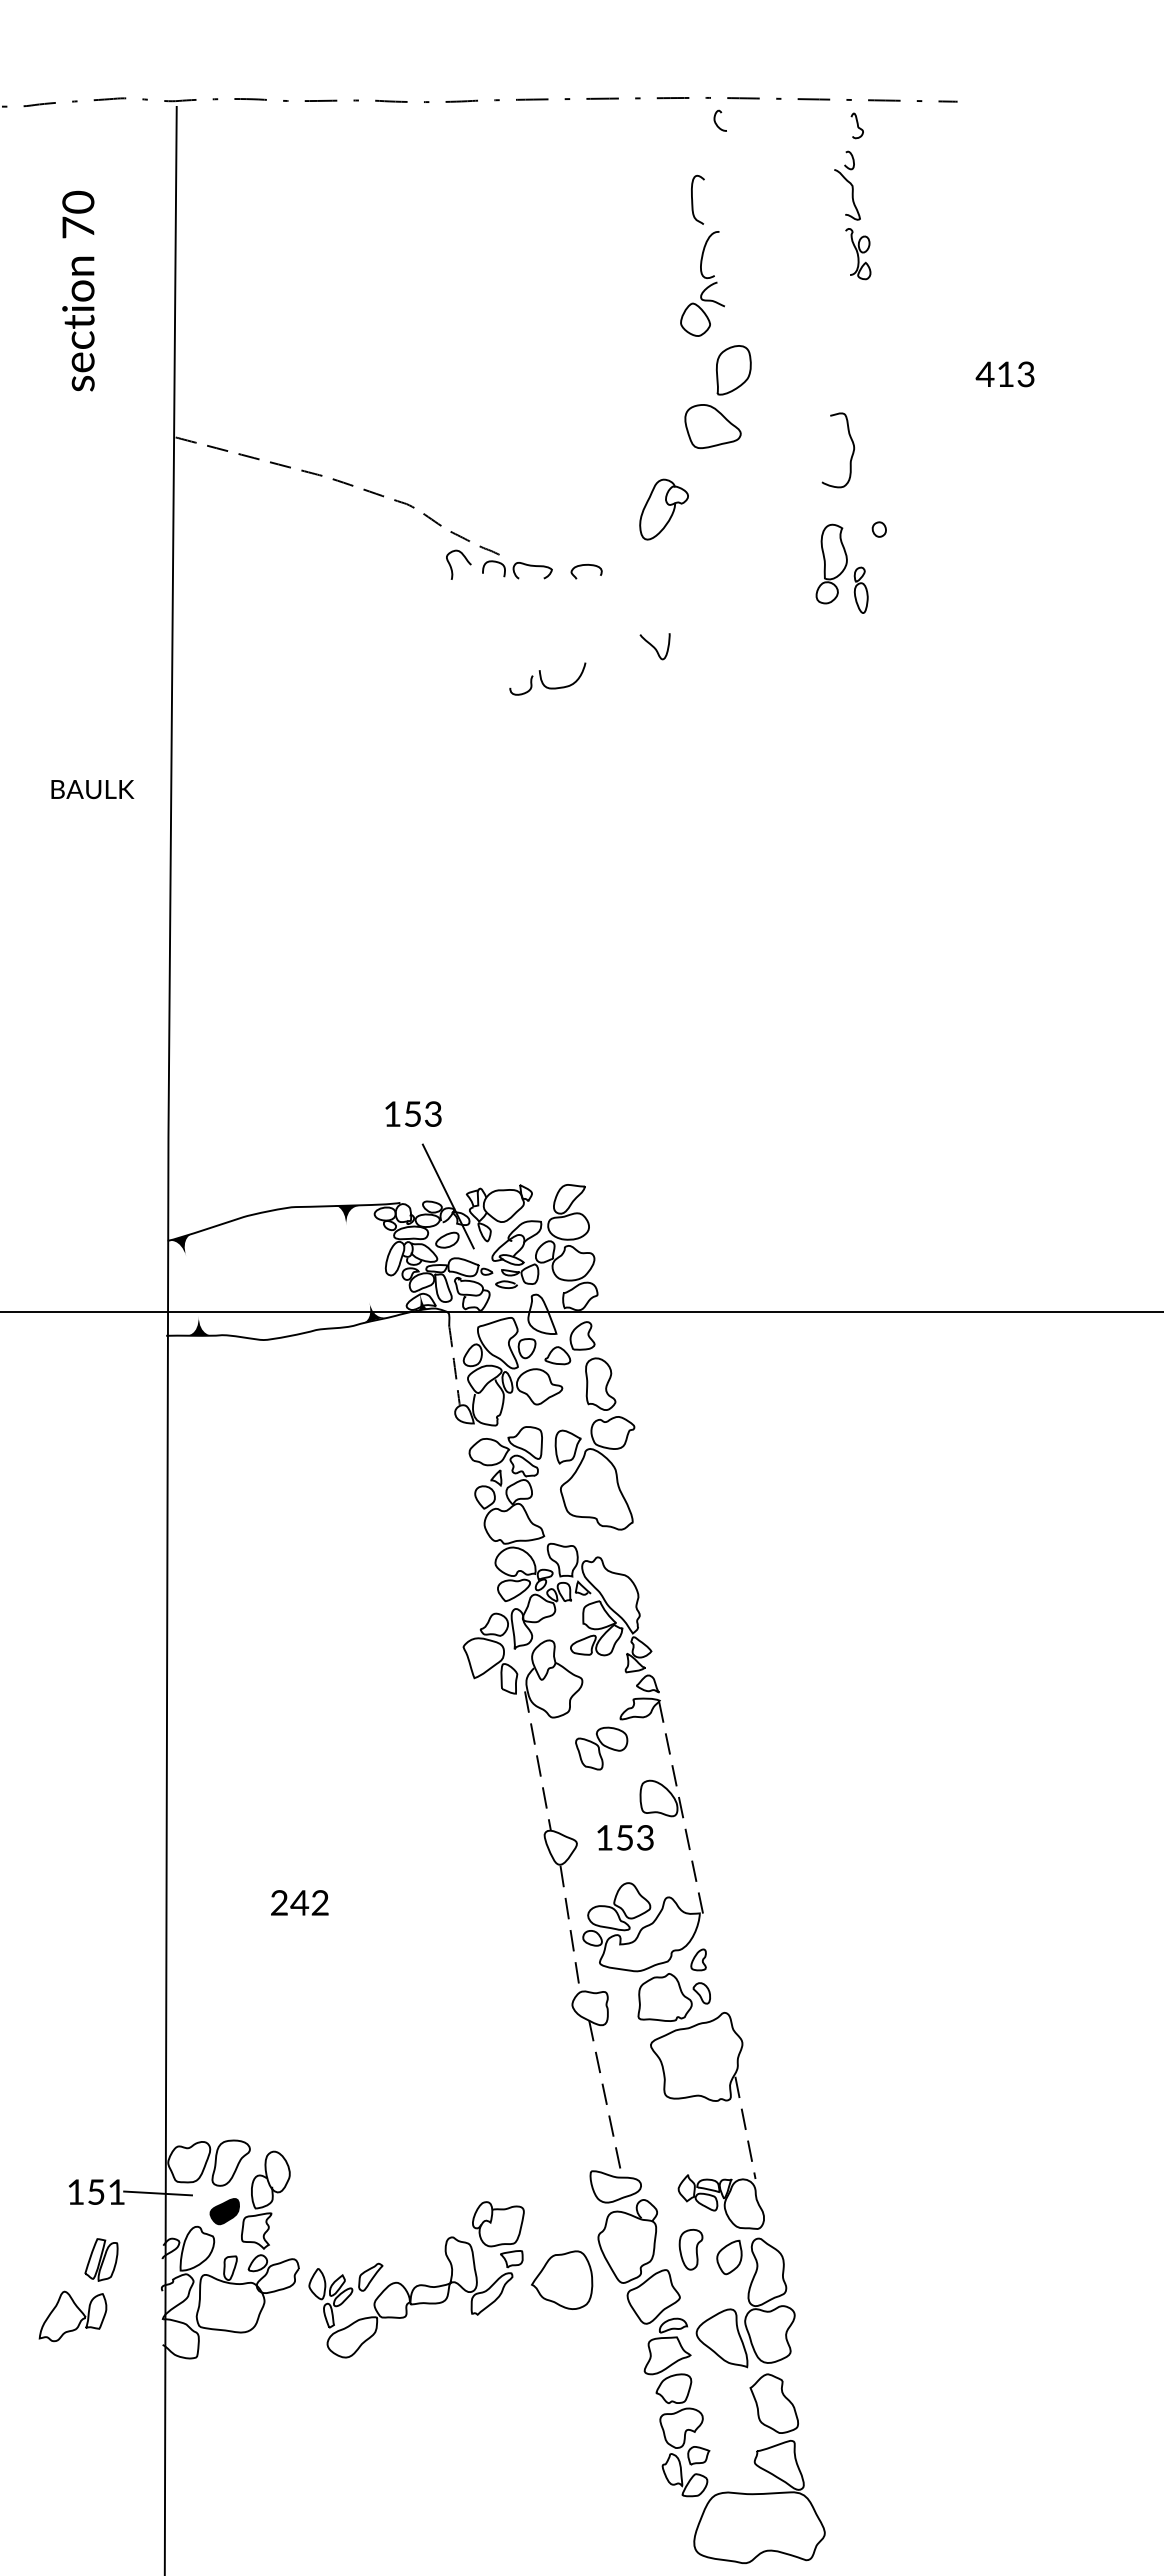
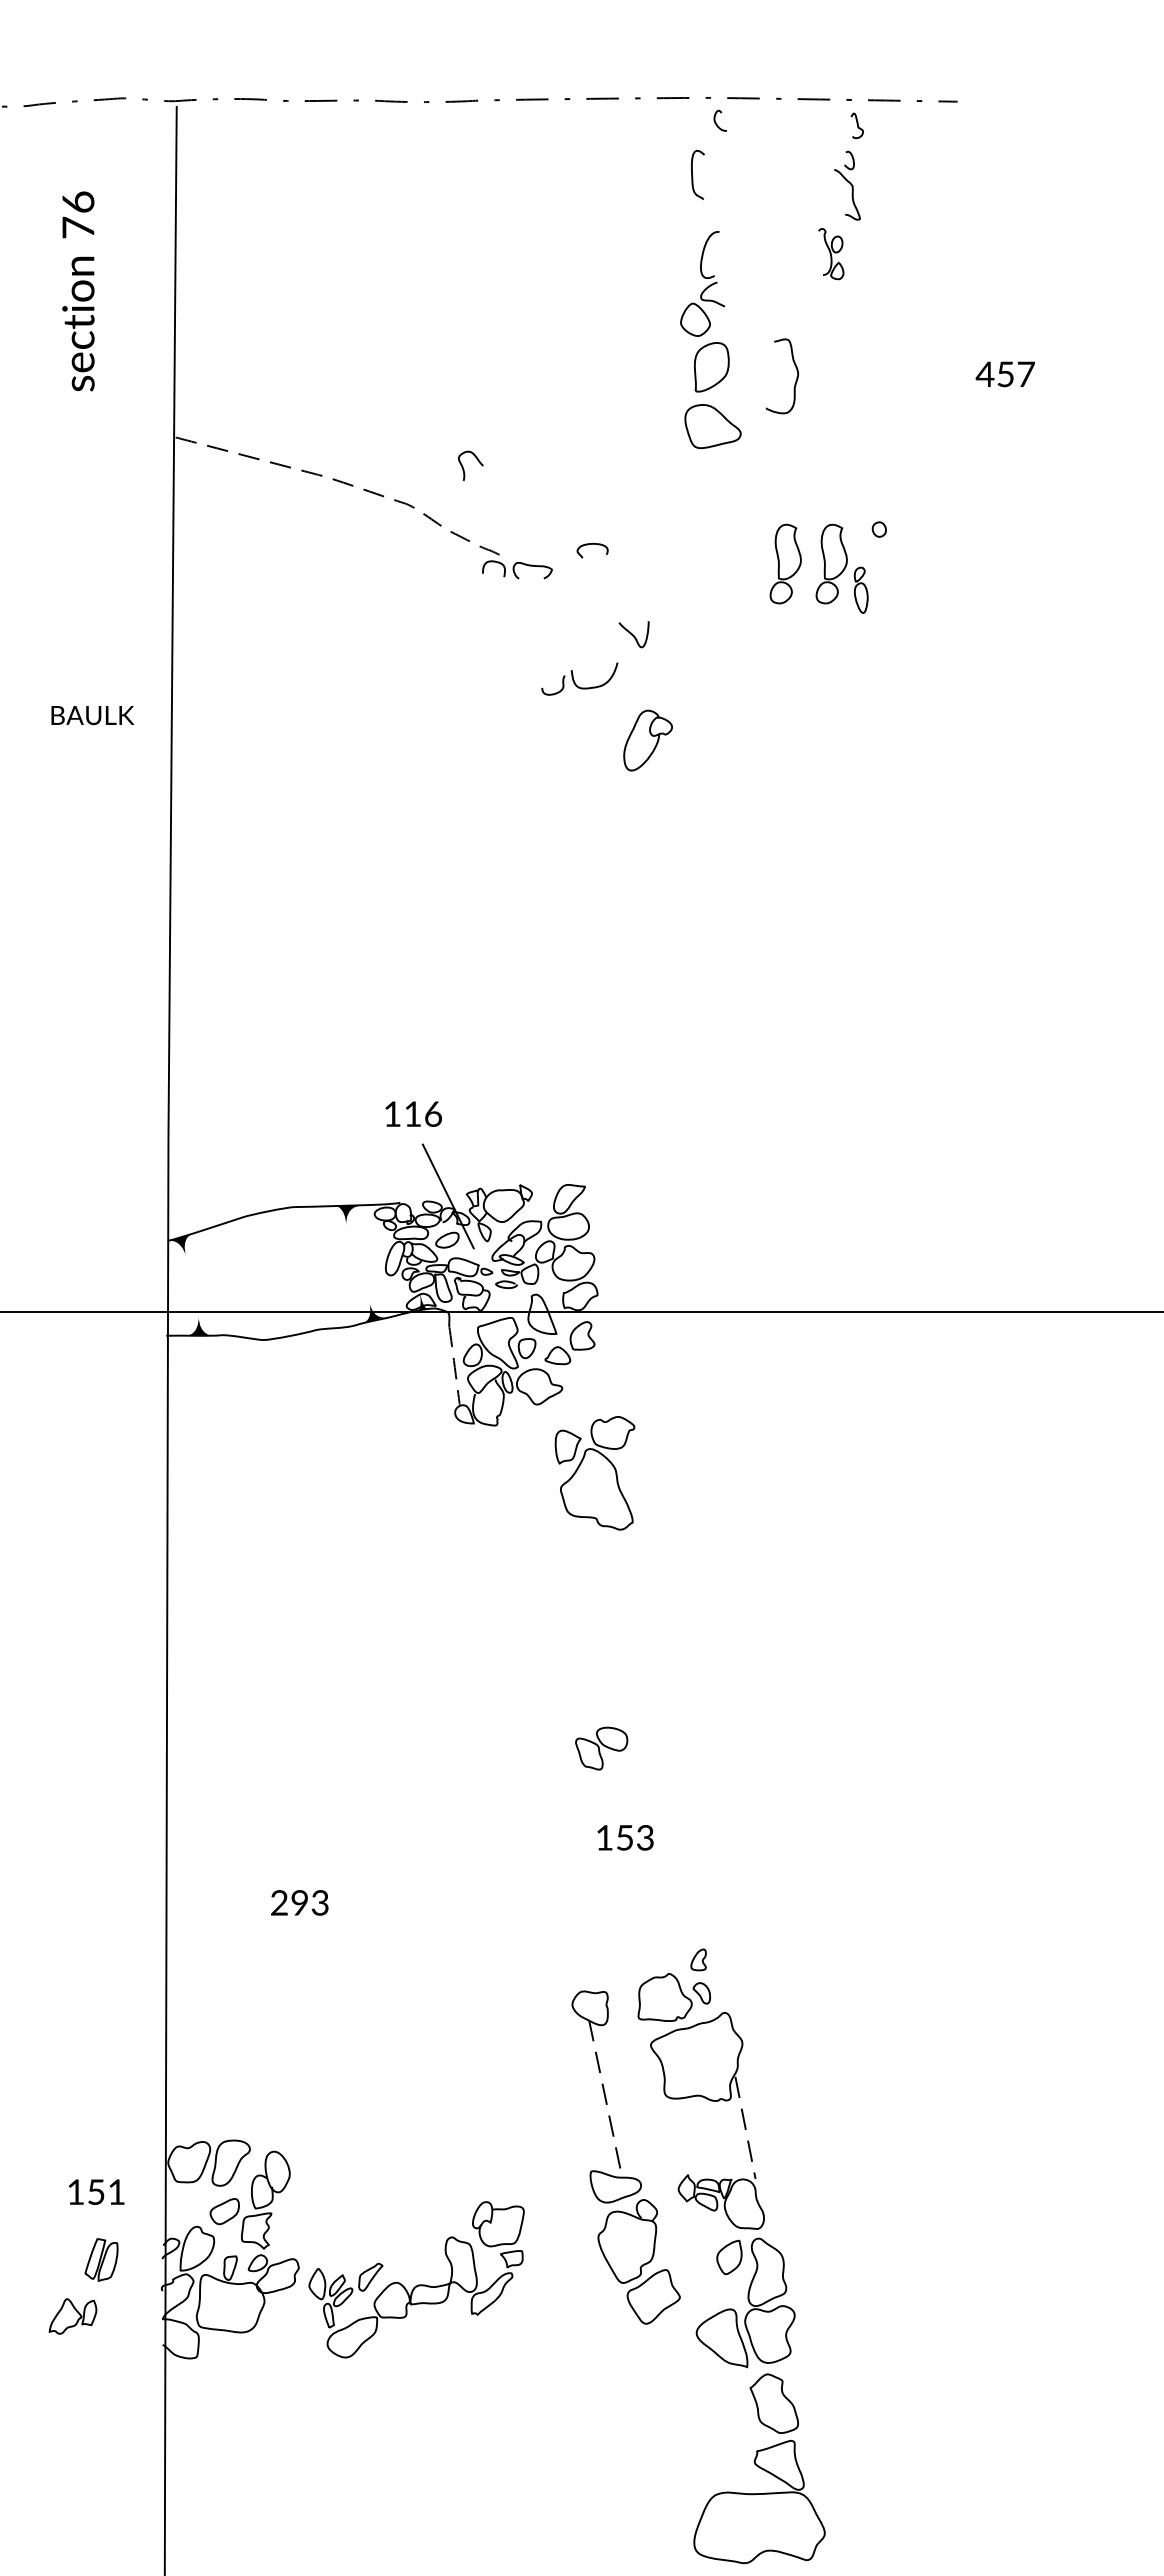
curve at (693, 200) position: (693, 200) -> (693, 175)
text at (78, 201): 70 -> 76
part at (858, 254) position: (858, 254) -> (831, 254)
part at (733, 370) position: (733, 370) -> (711, 367)
text at (1015, 374): 413 -> 457
curve at (851, 454) position: (851, 454) -> (795, 380)
part at (663, 509) position: (663, 509) -> (647, 740)
part at (785, 563): none -> present
curve at (451, 565) position: (451, 565) -> (463, 466)
curve at (586, 565) position: (586, 565) -> (592, 544)
curve at (654, 646) position: (654, 646) -> (633, 634)
part at (547, 678) position: (547, 678) -> (579, 678)
text at (92, 789) position: (92, 789) -> (92, 715)
text at (423, 1113): 153 -> 116
part at (600, 1383): present -> none
part at (571, 1700): present -> none
text at (309, 1902): 242 -> 293
line at (158, 2193): present -> none
fill at (224, 2211): present -> none
part at (690, 2249): present -> none
part at (562, 2279): present -> none
part at (72, 2316) size: 70x53 px -> 50x37 px
part at (676, 2407): present -> none
